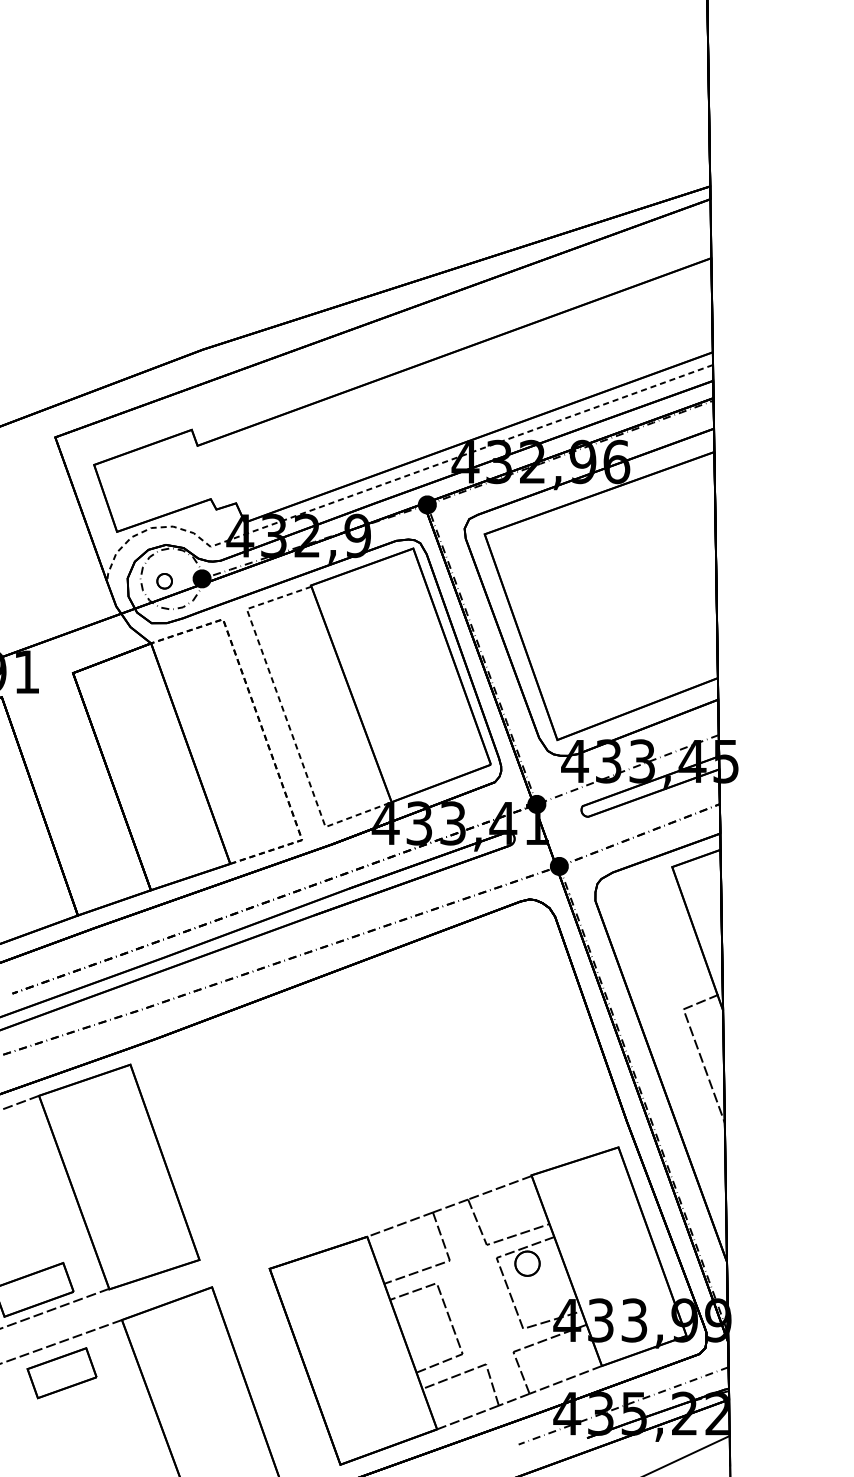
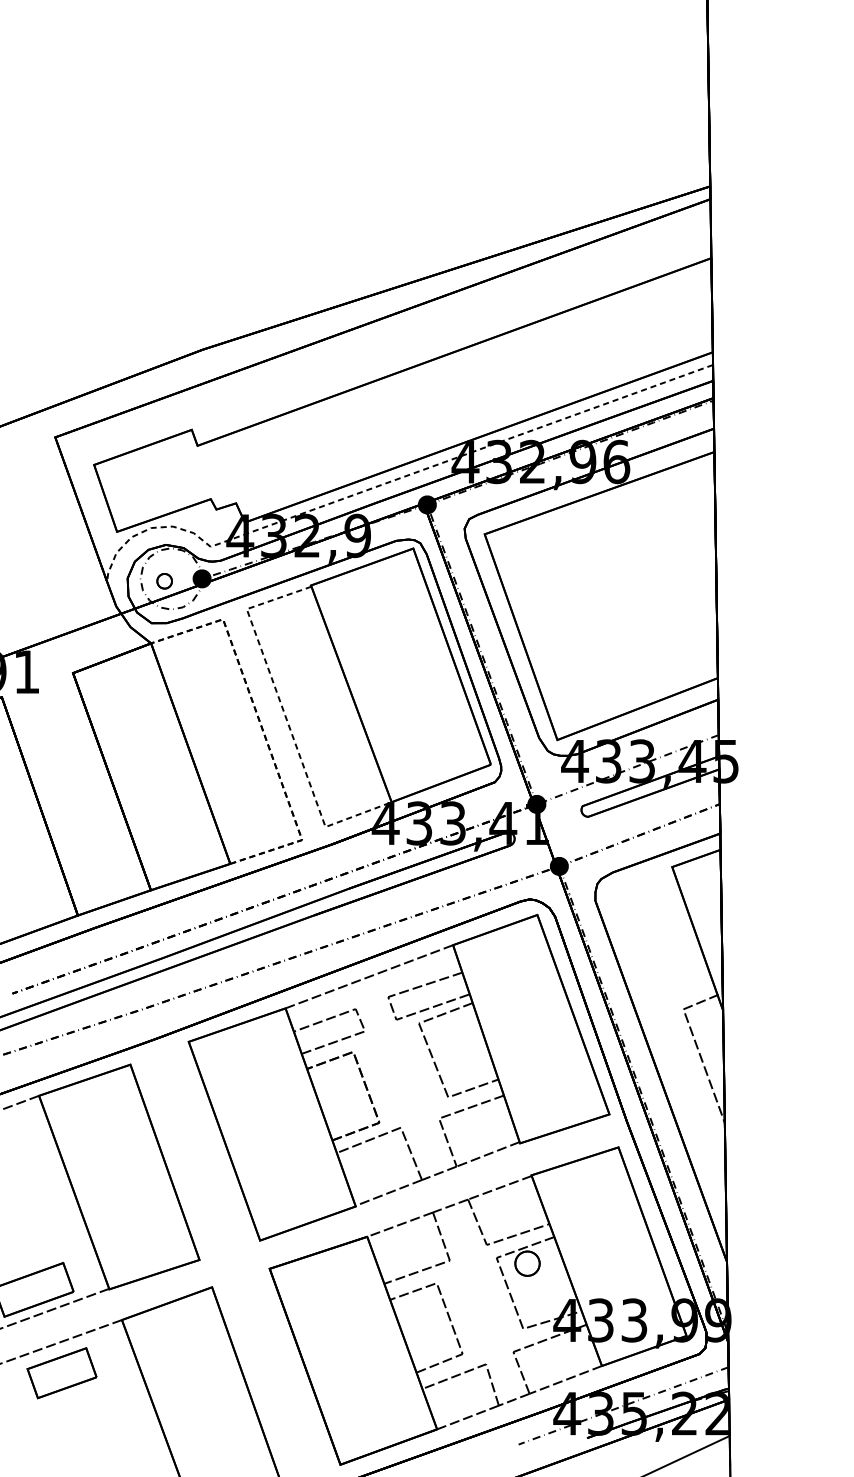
part at (367, 1086): none -> present
